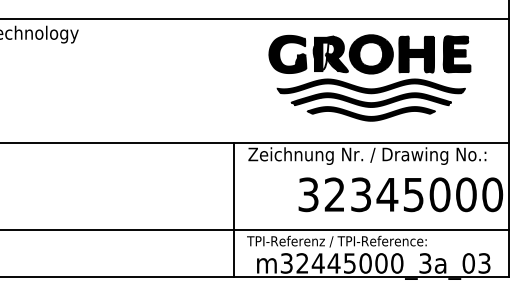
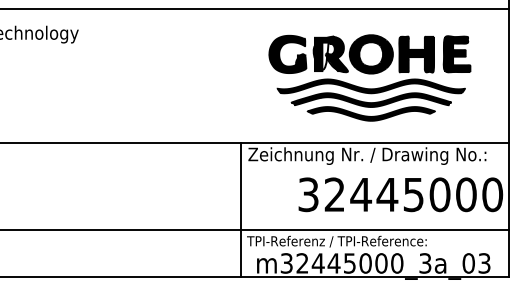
line at (255, 18) position: (255, 18) -> (255, 8)
text at (361, 194): 32345000 -> 32445000
line at (234, 209) position: (234, 209) -> (241, 209)
